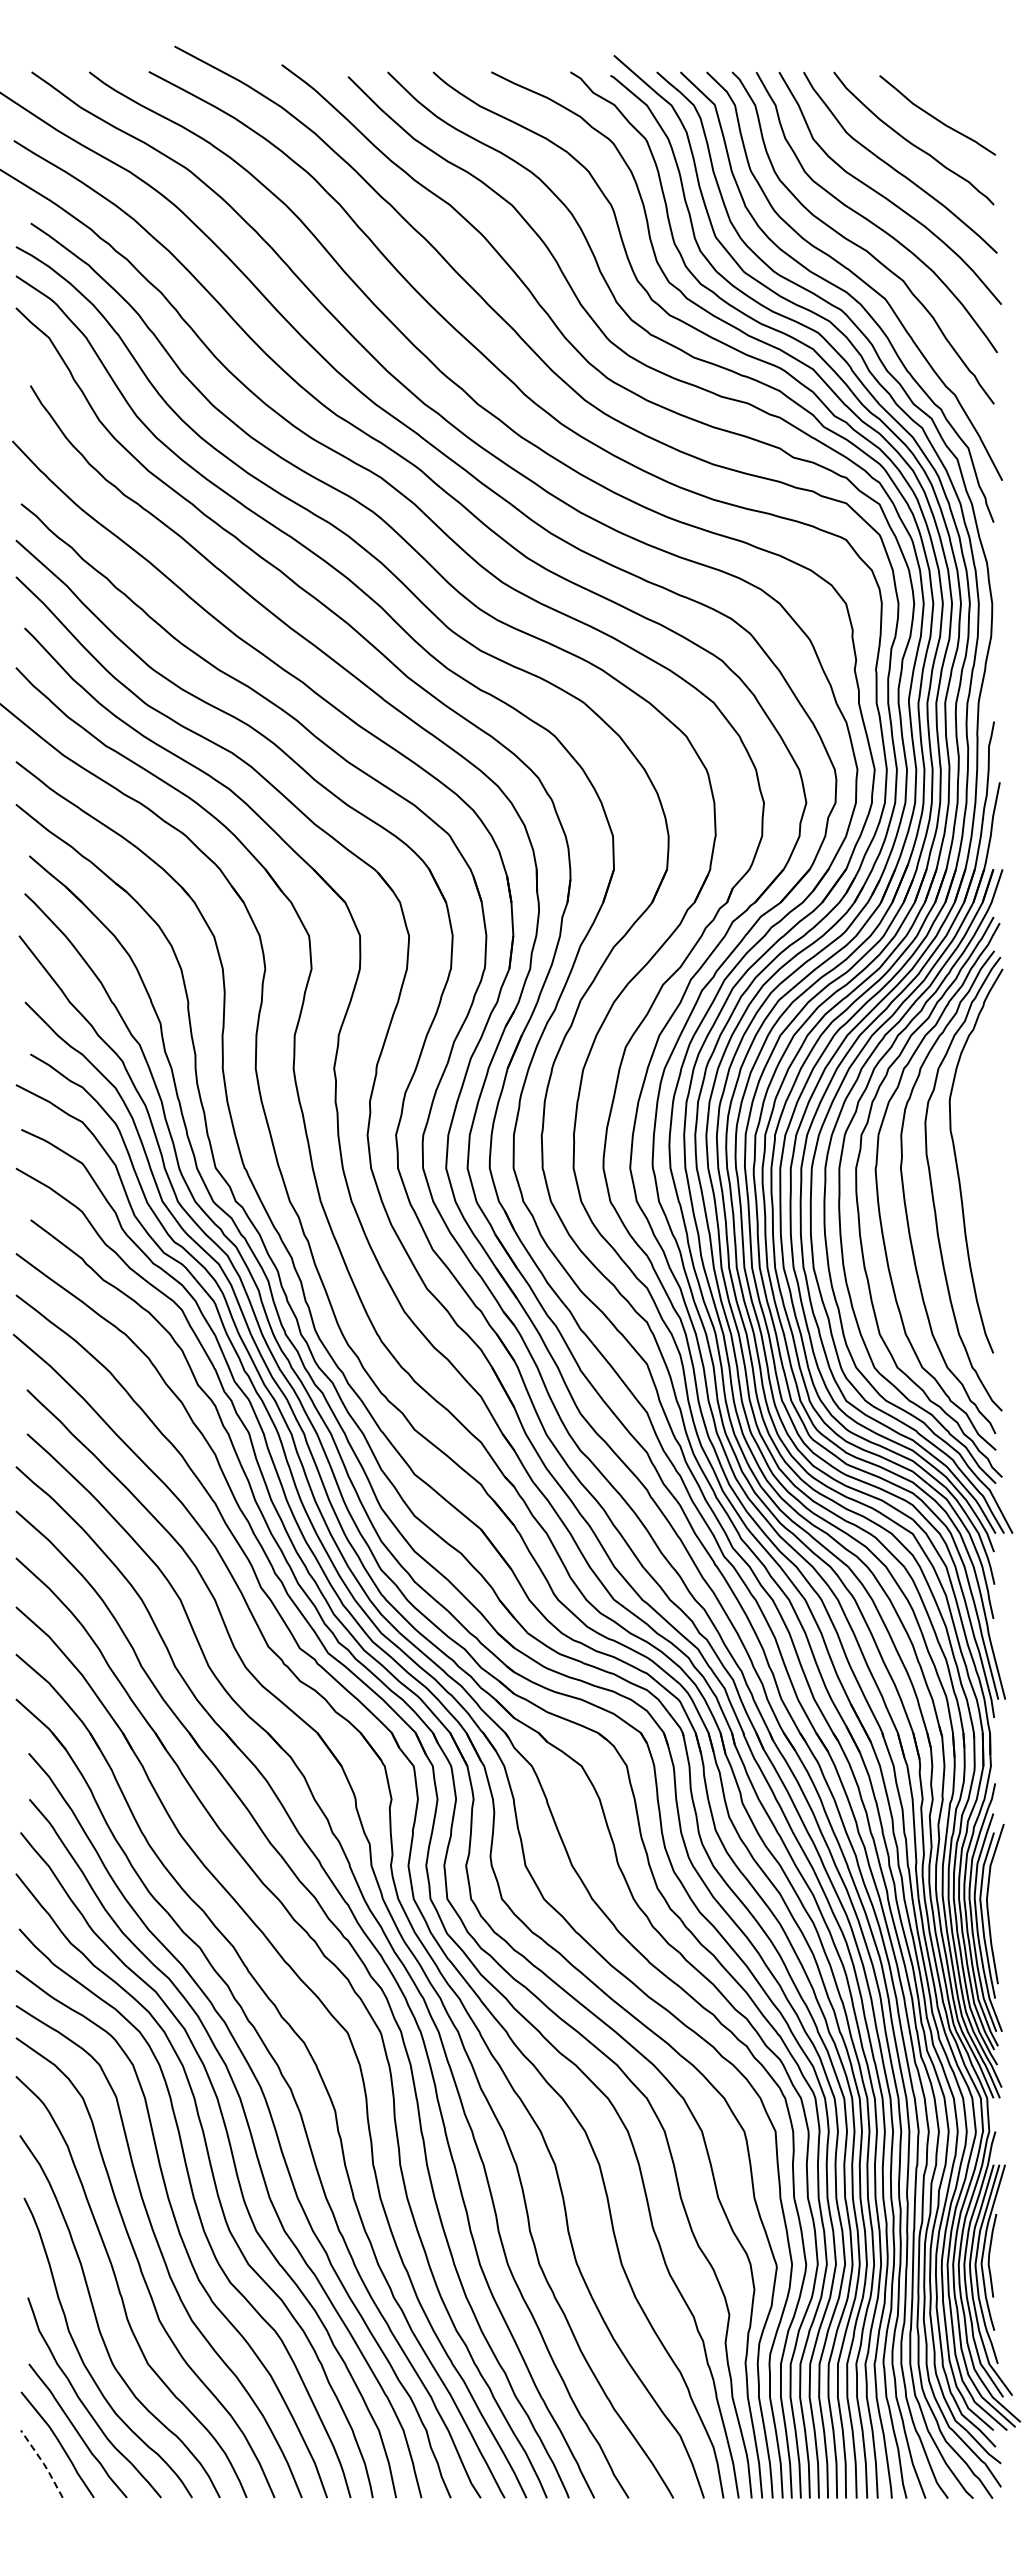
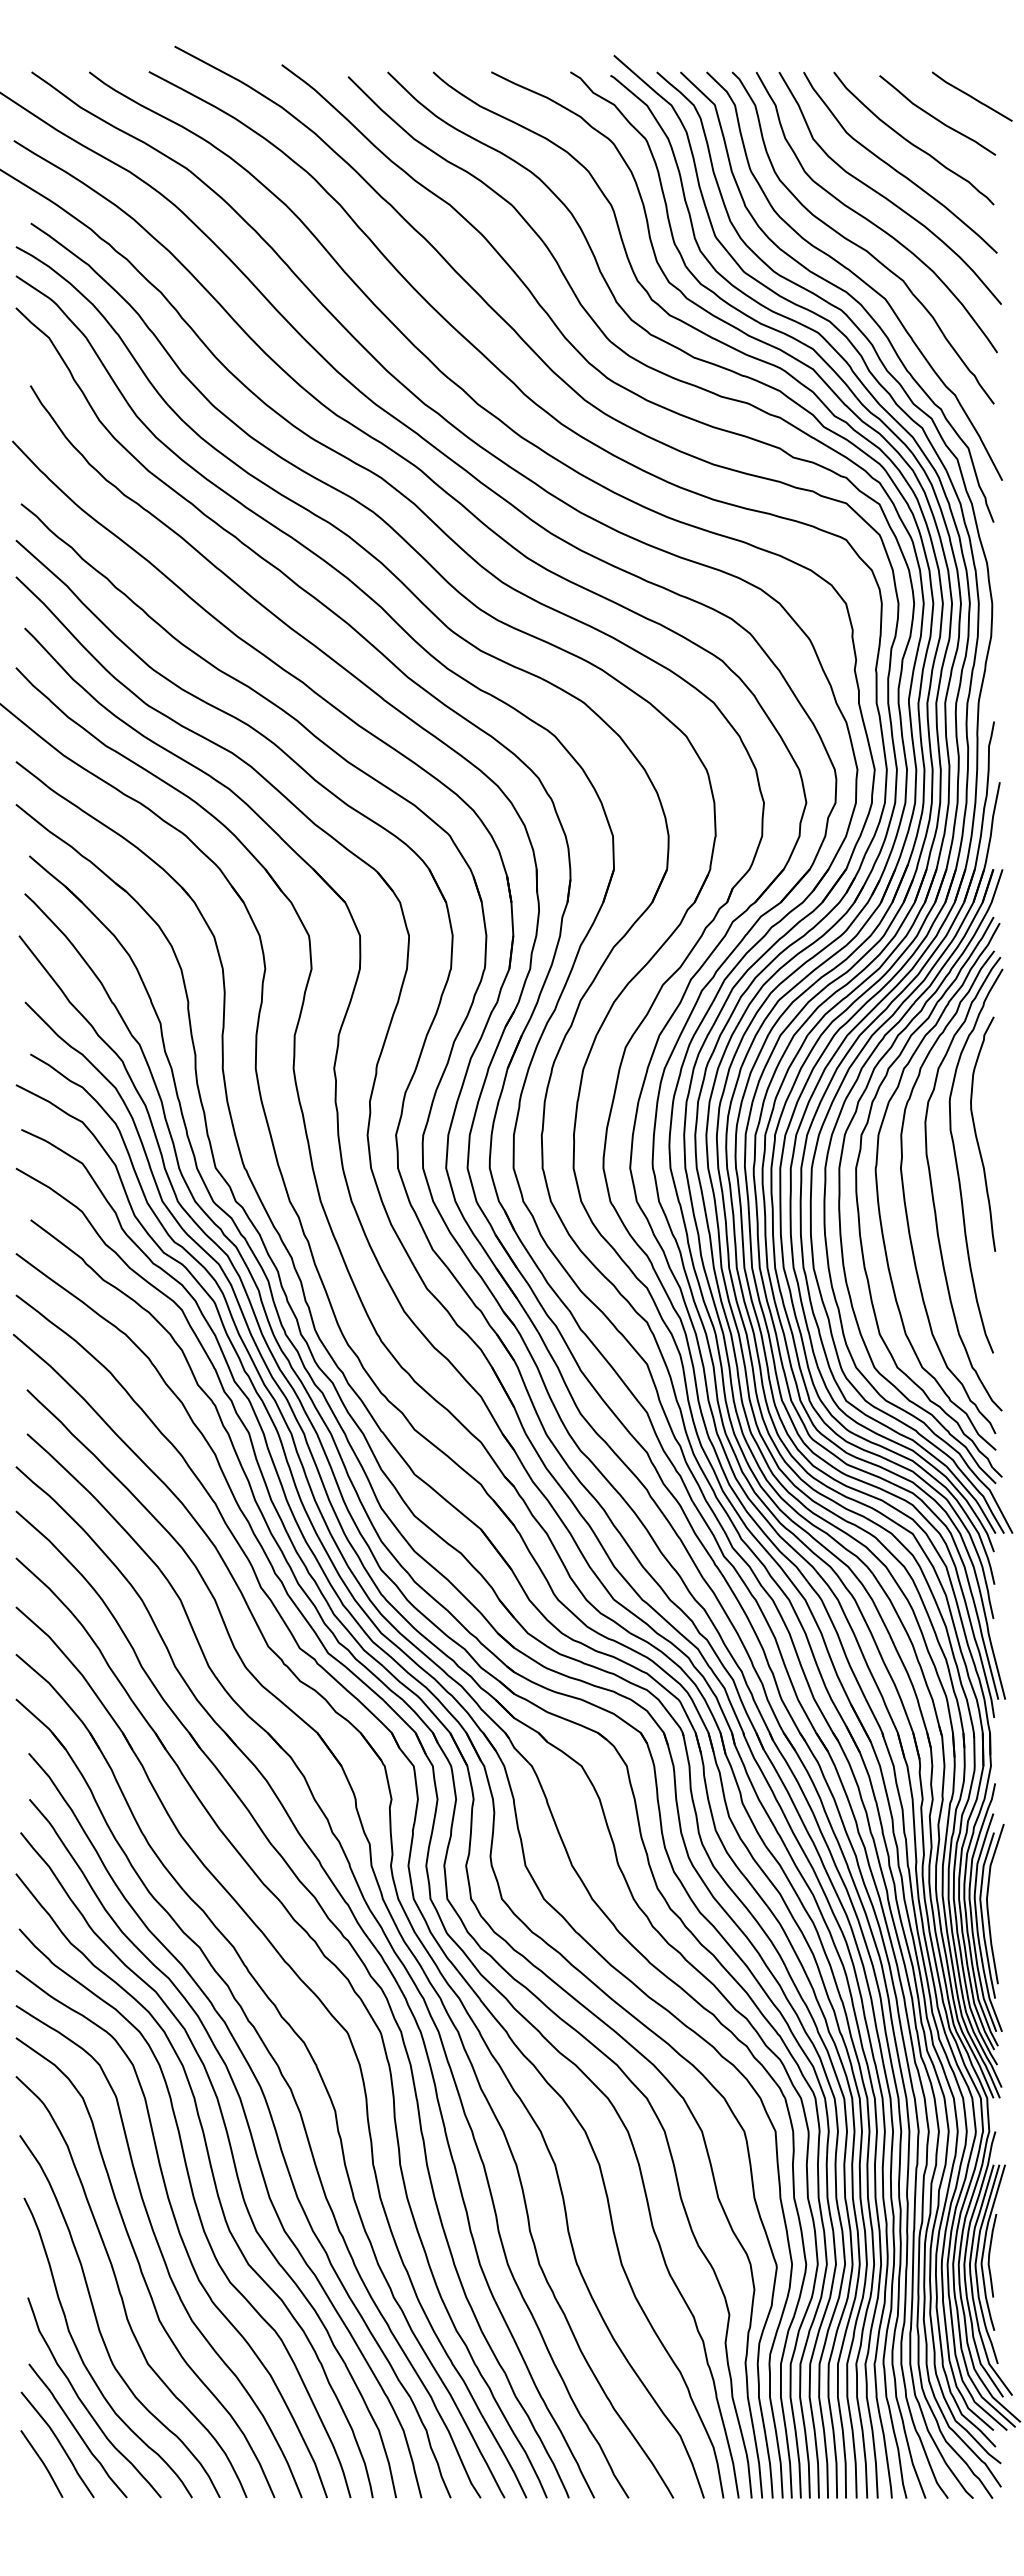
curve at (971, 96): none -> present
curve at (977, 1136): none -> present
line at (43, 2463): dashed -> solid
